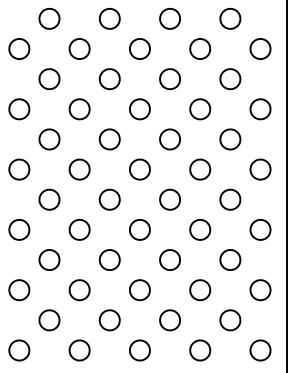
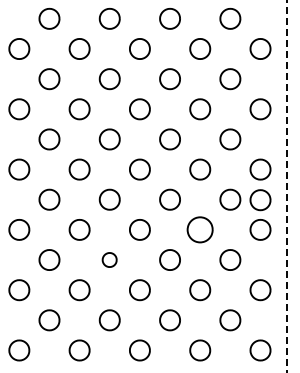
line at (286, 186): solid -> dashed
part at (260, 200): none -> present
part at (200, 229) size: 23x22 px -> 28x28 px
part at (109, 259) size: 23x22 px -> 17x16 px
